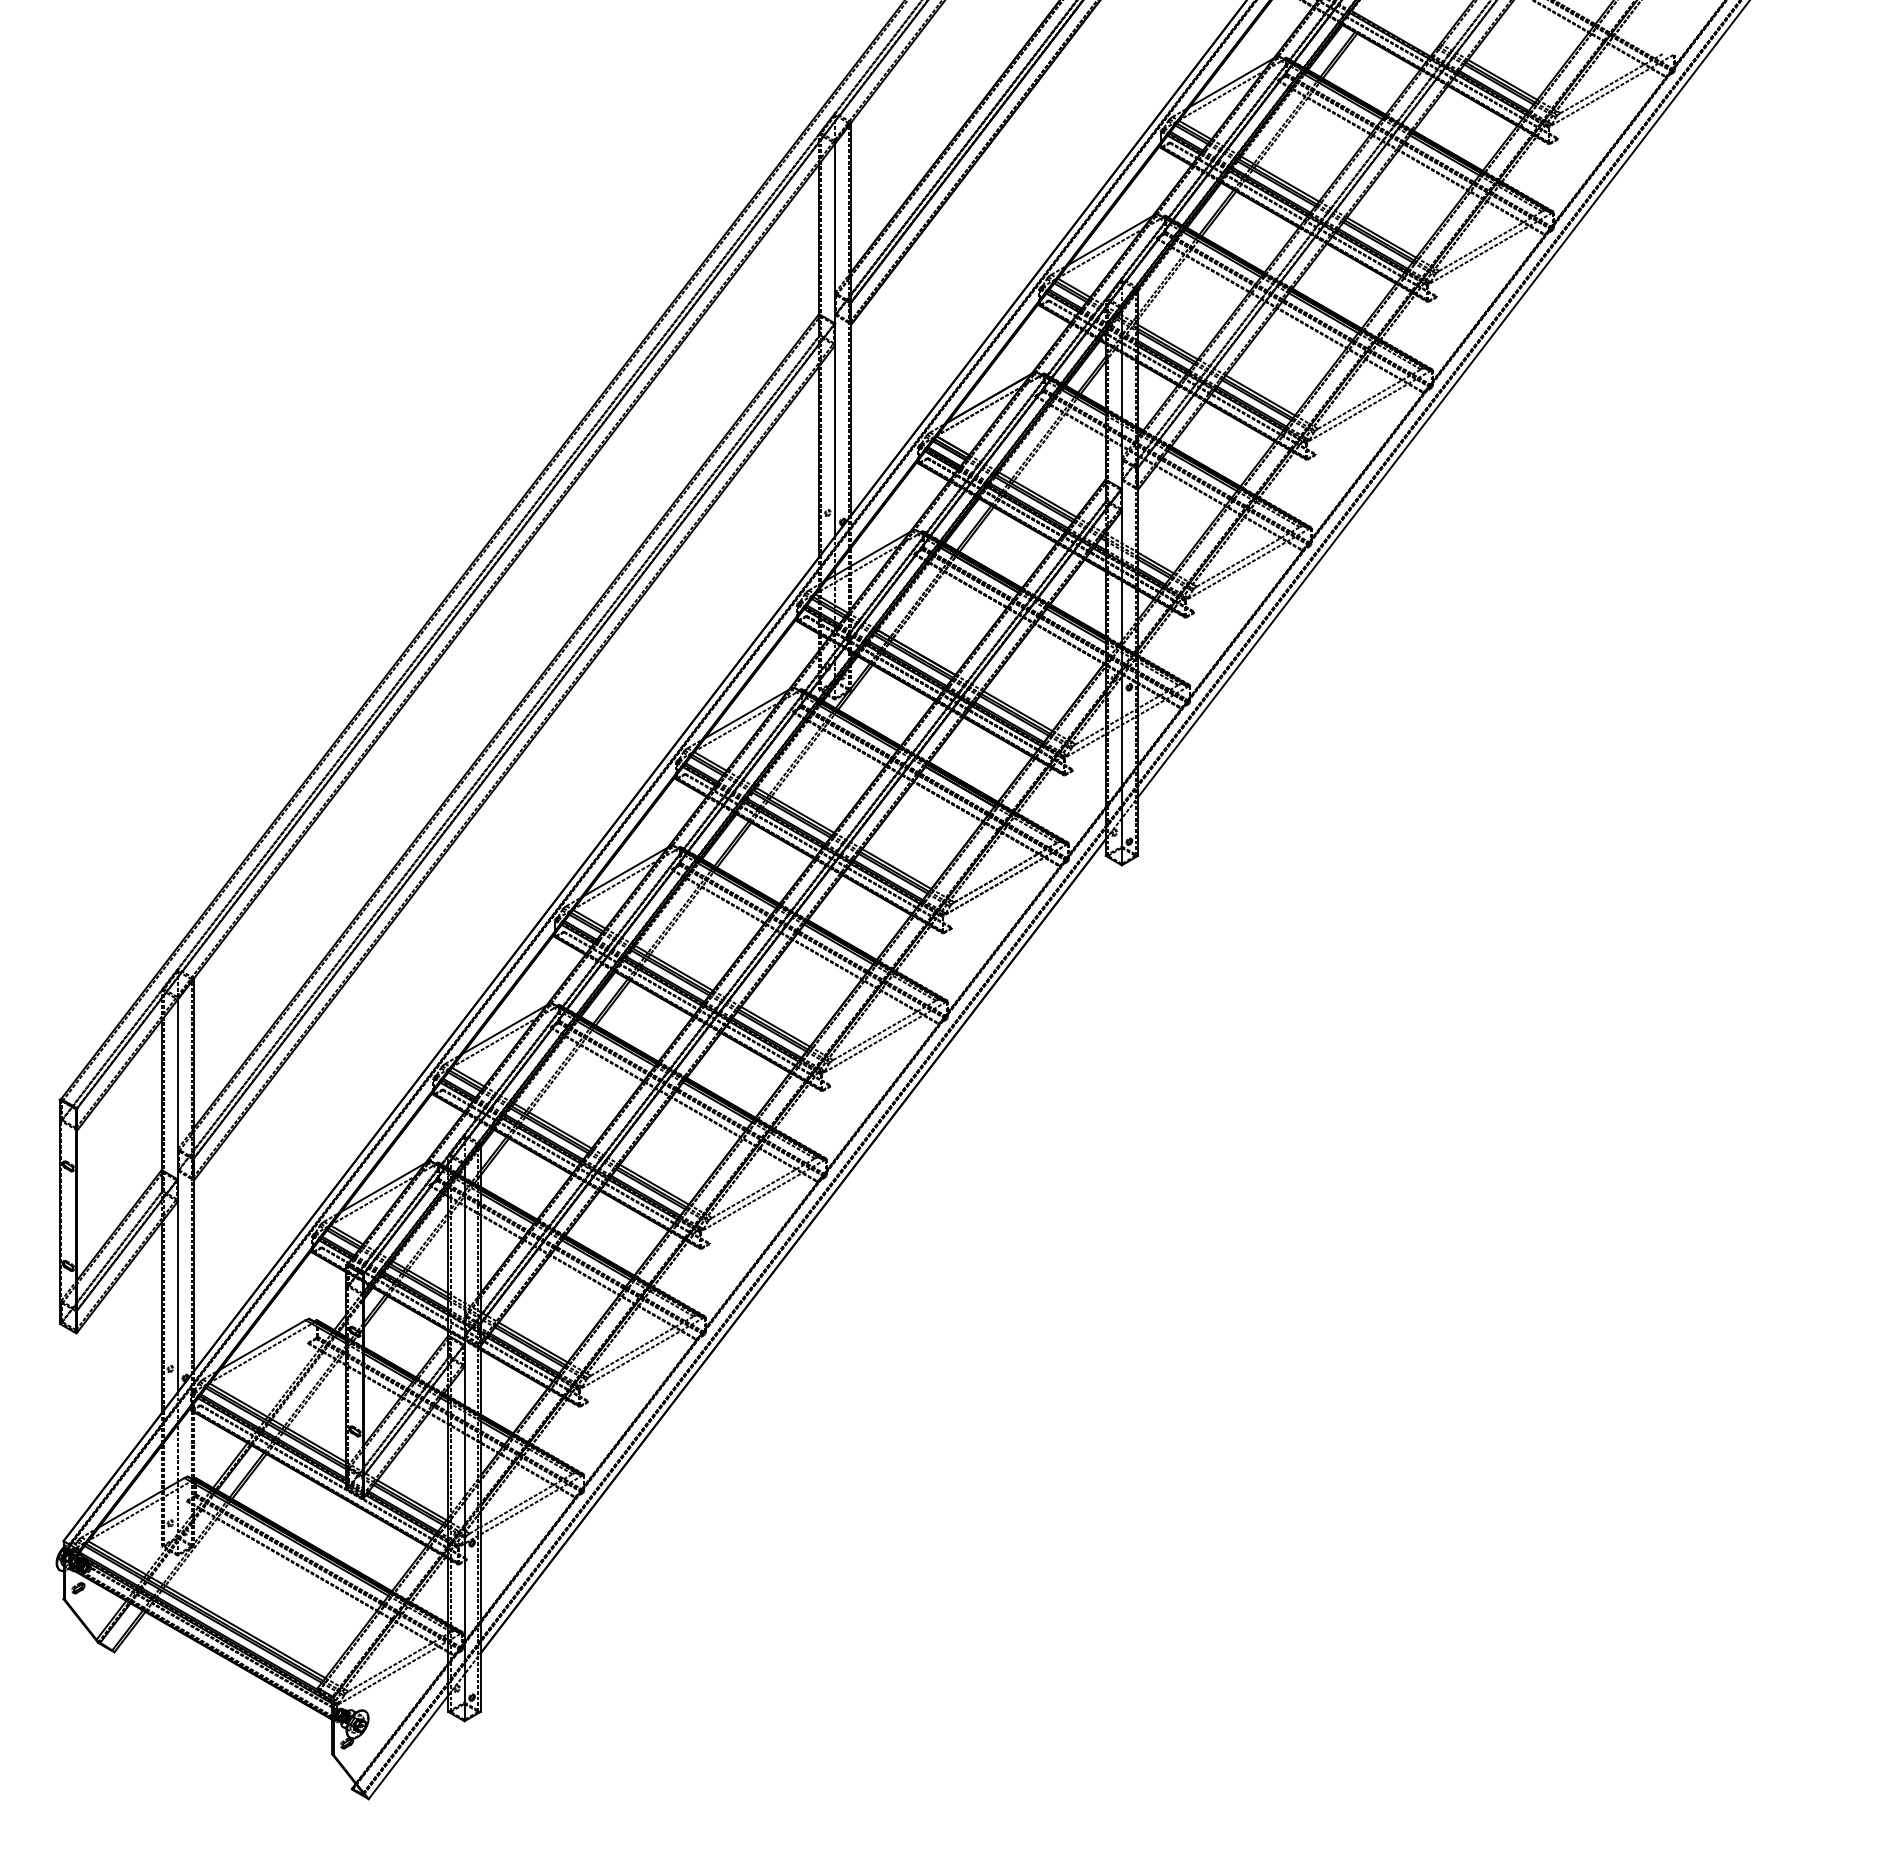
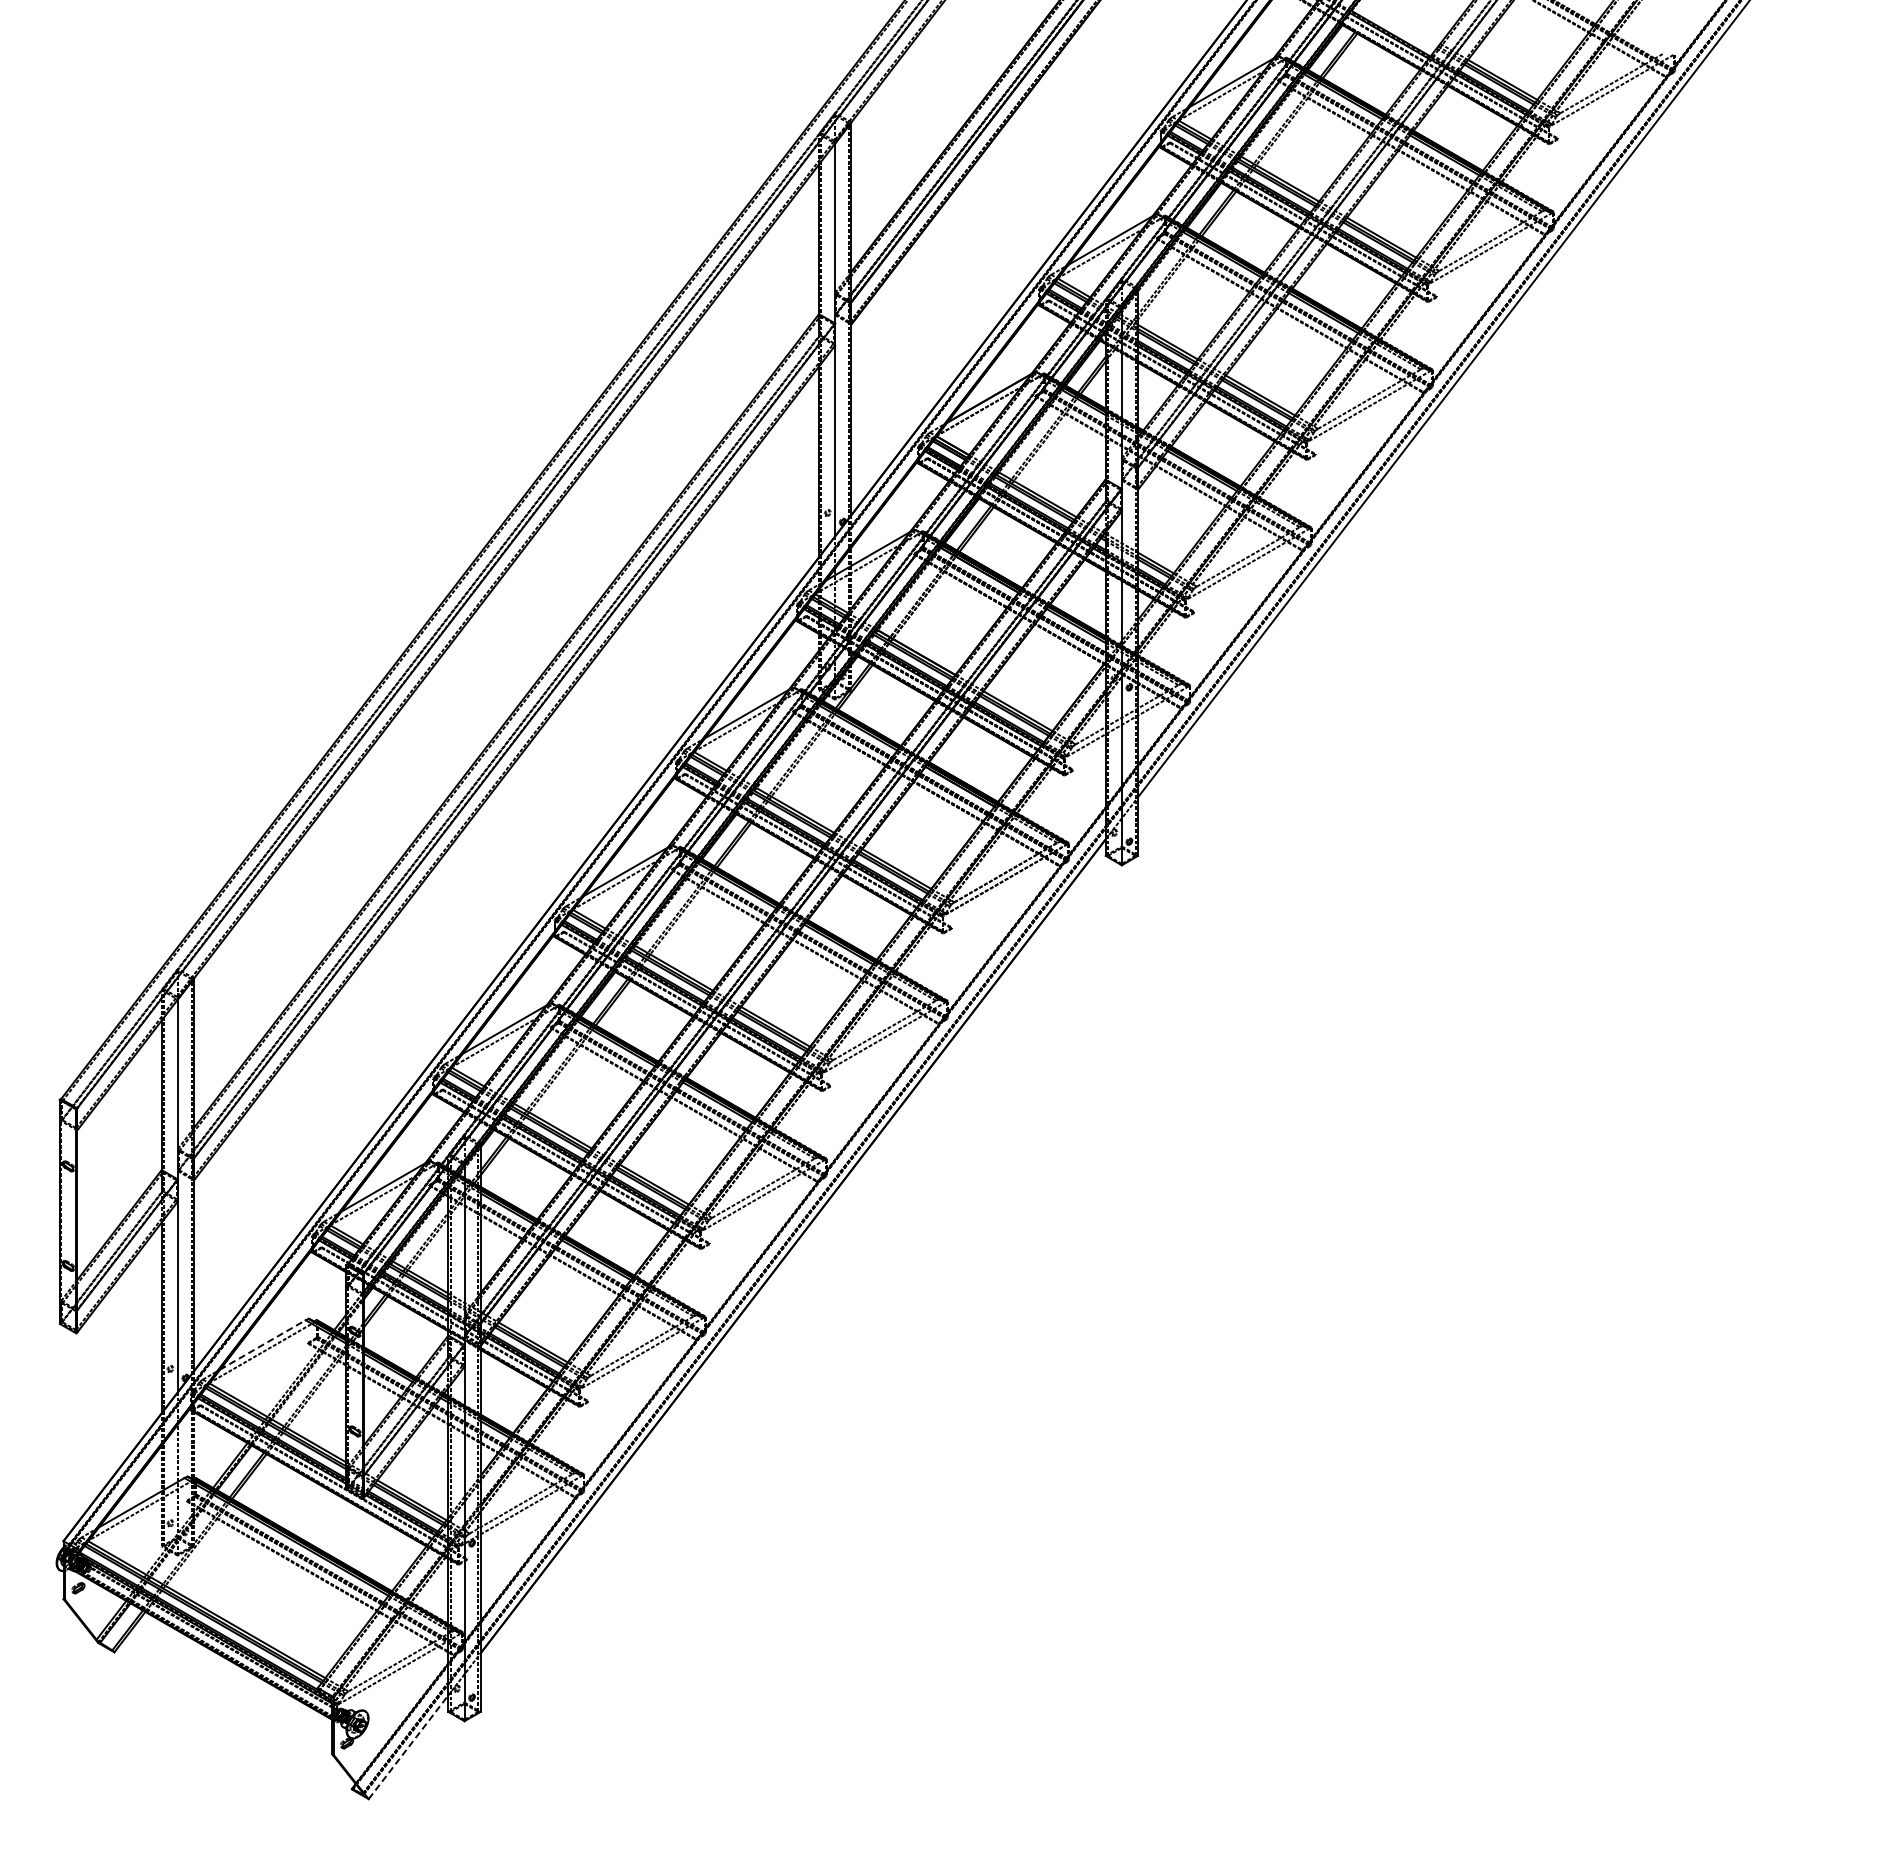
line at (262, 1345): solid -> dashed
line at (408, 1746): solid -> dashed
